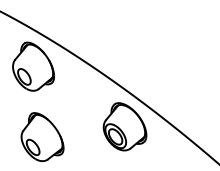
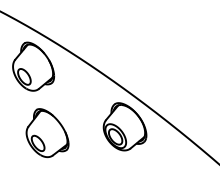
part at (42, 136) position: (42, 136) -> (47, 132)
